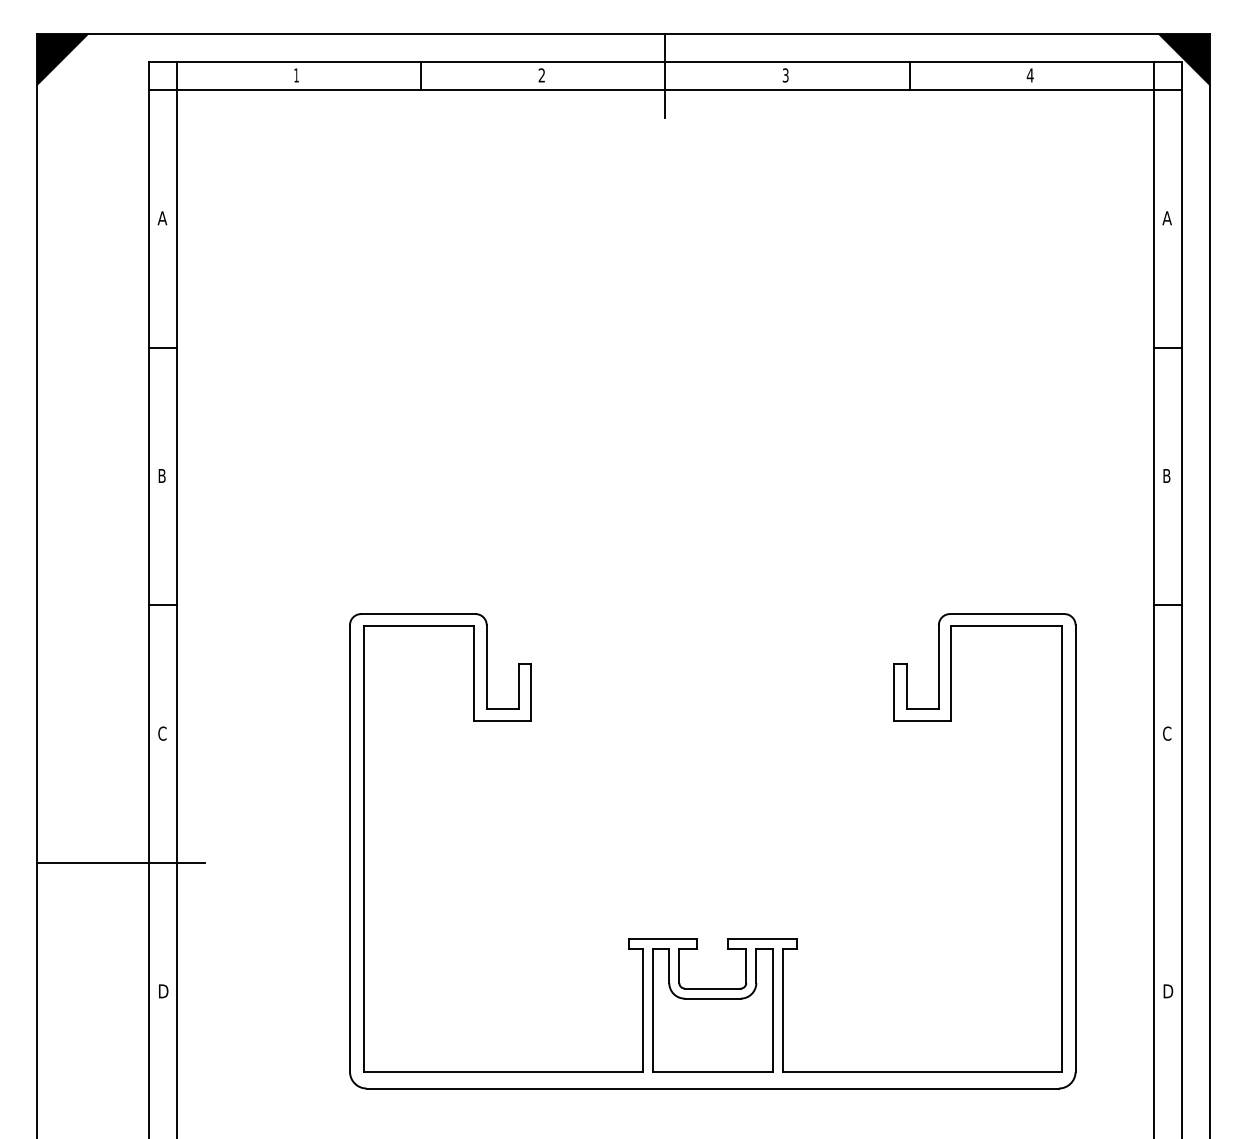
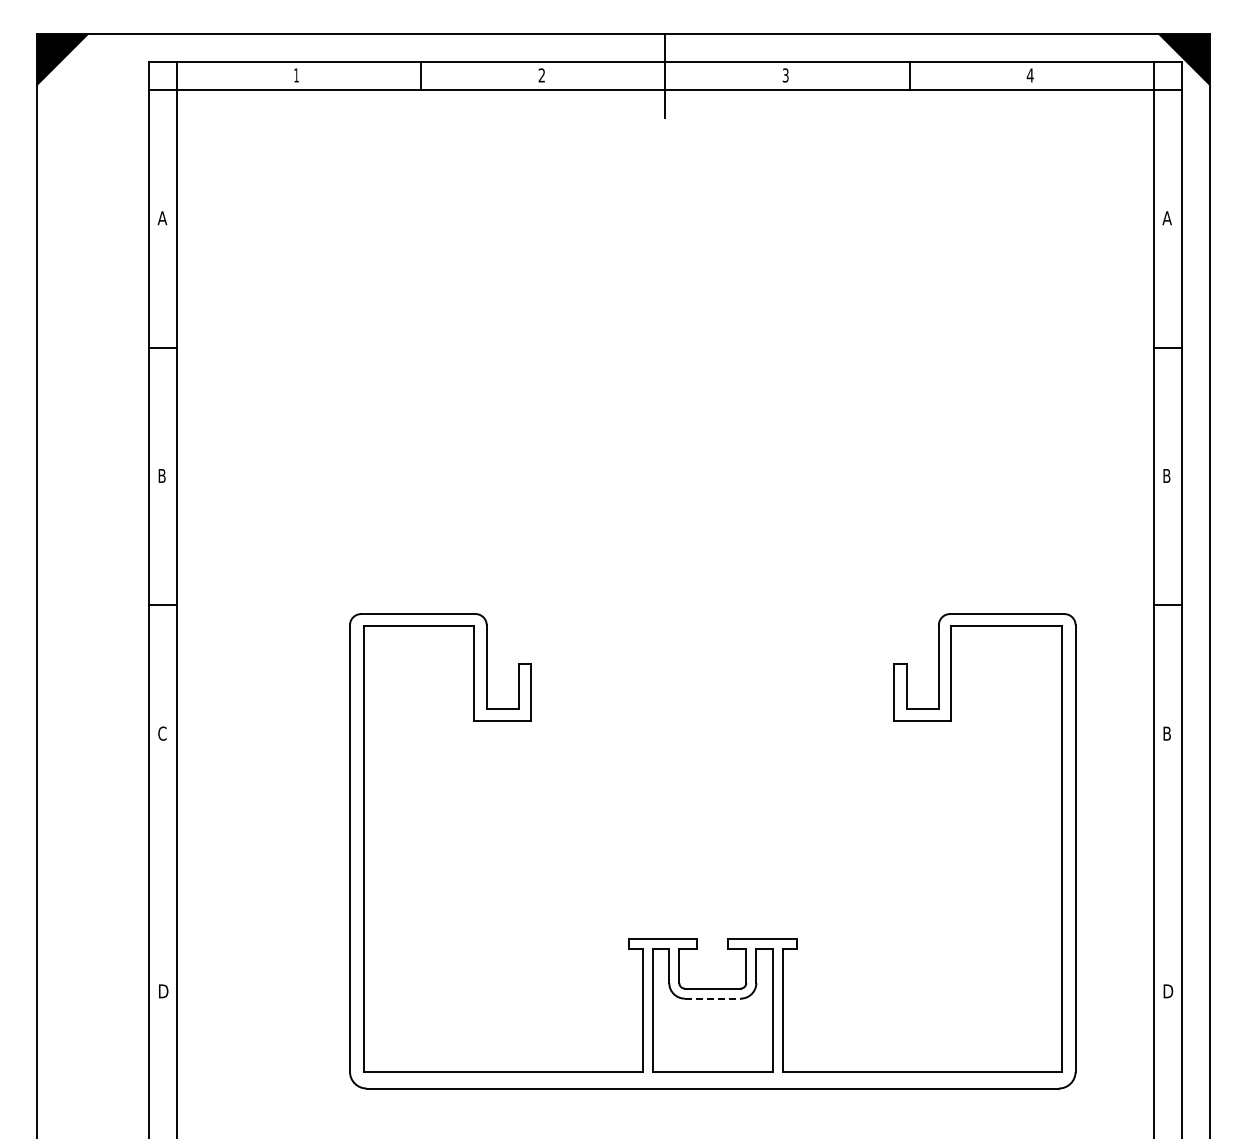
text at (1167, 733): C -> B
line at (120, 863): present -> none
line at (712, 998): solid -> dashed
